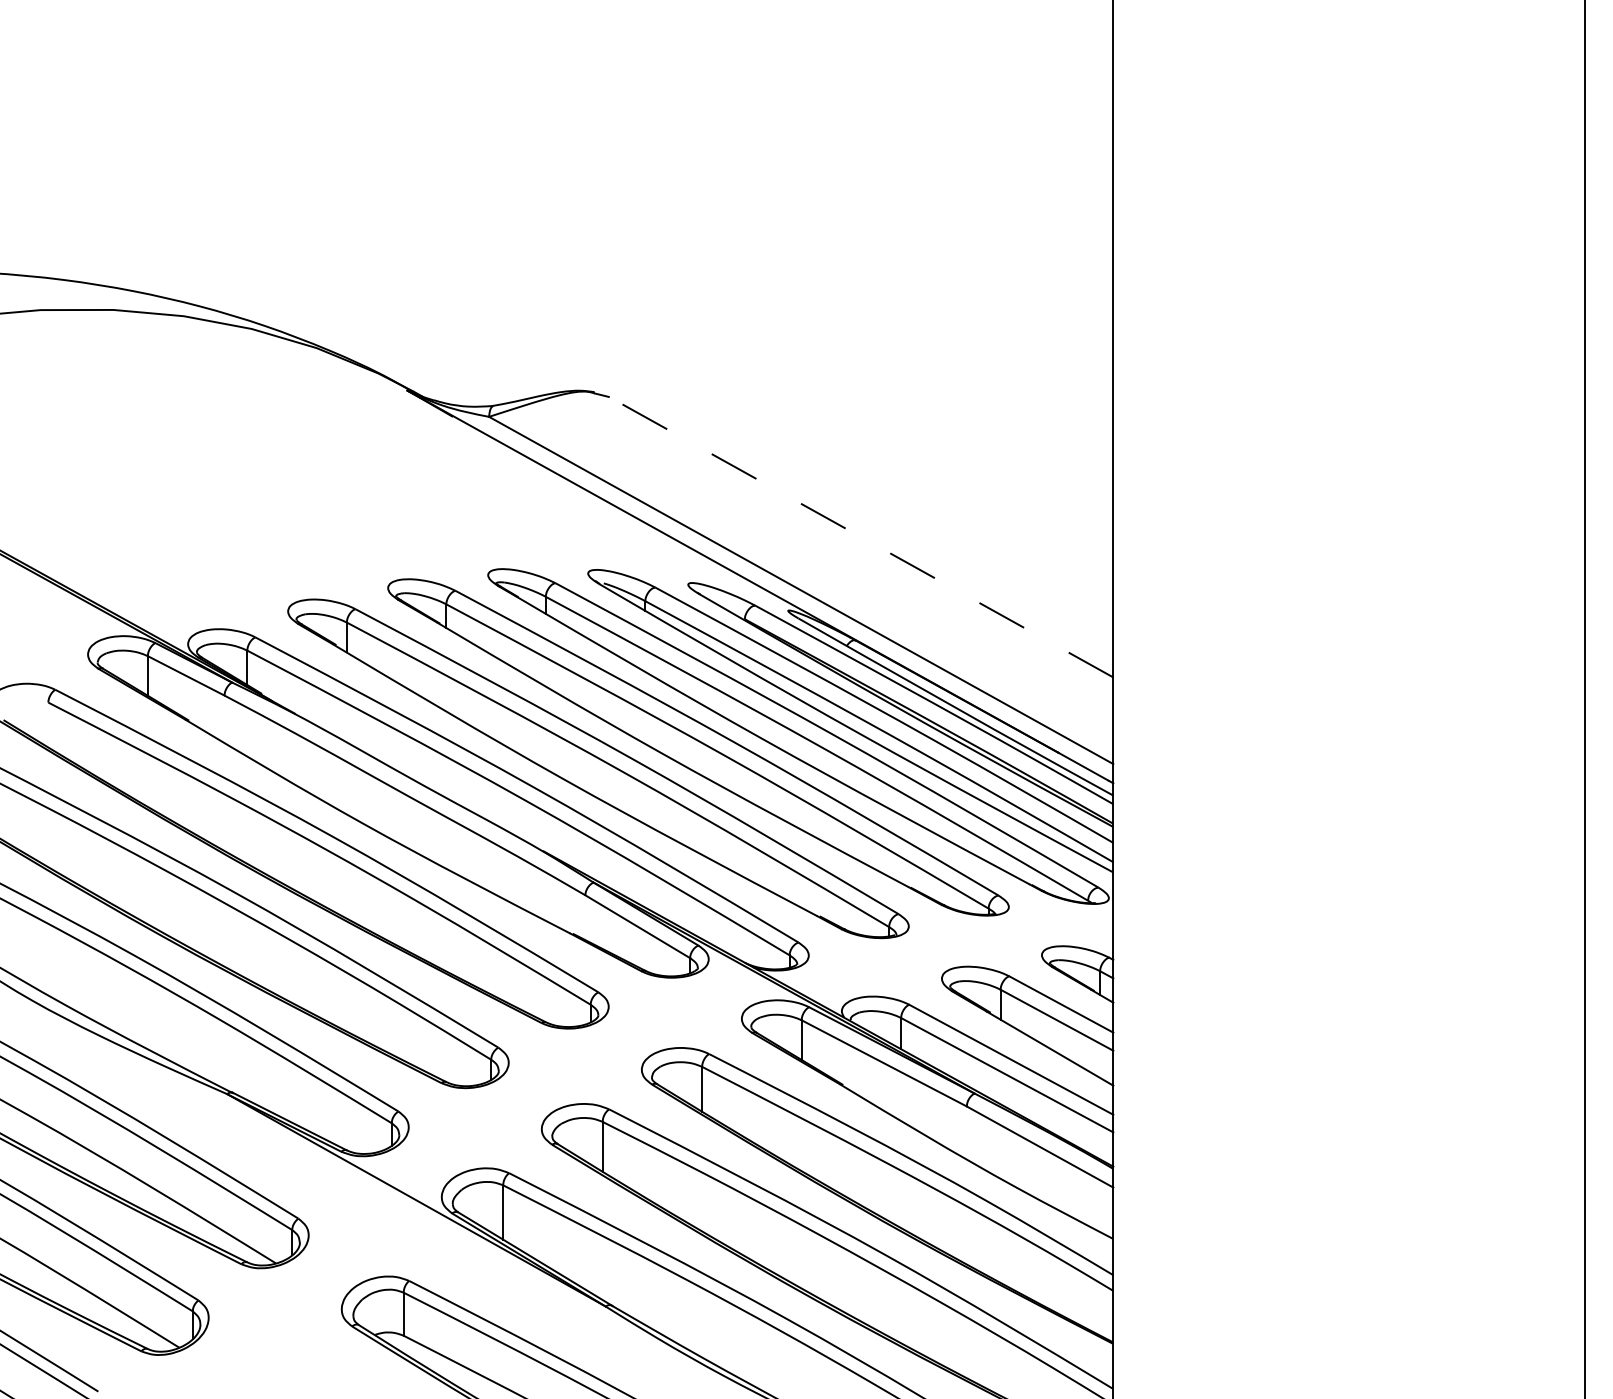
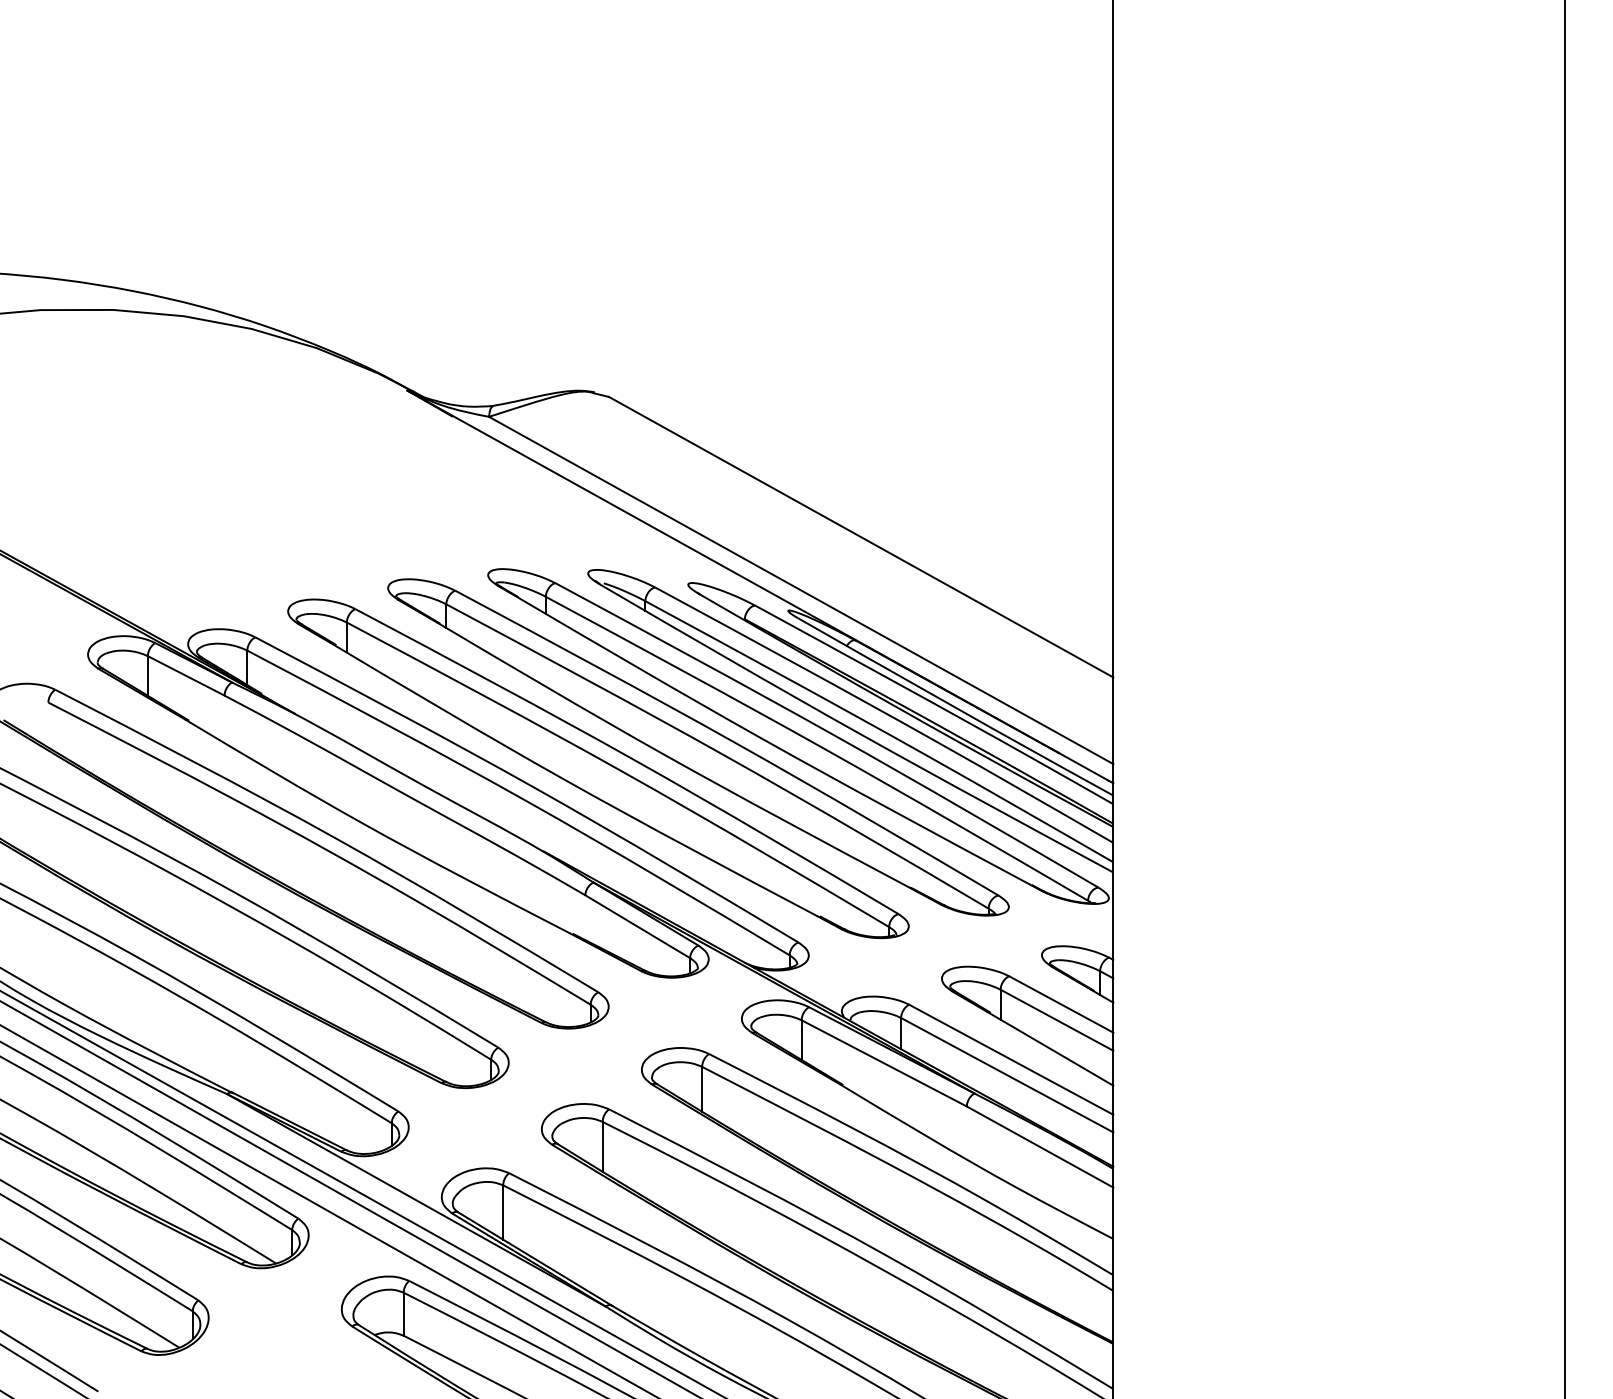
line at (861, 537): dashed -> solid
line at (1584, 698) position: (1584, 698) -> (1564, 698)
line at (361, 1193): none -> present
line at (349, 1198): none -> present
line at (328, 1210): none -> present
